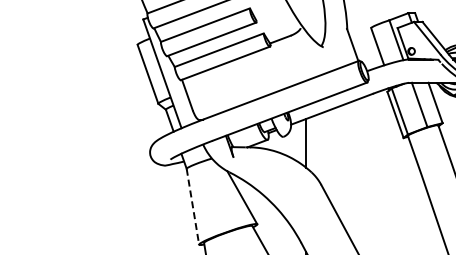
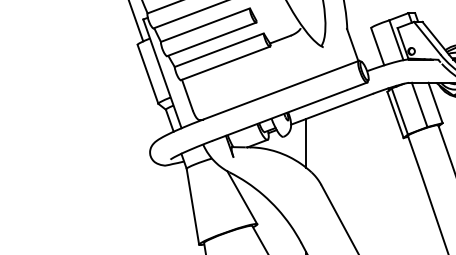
line at (136, 21): none -> present
line at (192, 207): dashed -> solid
